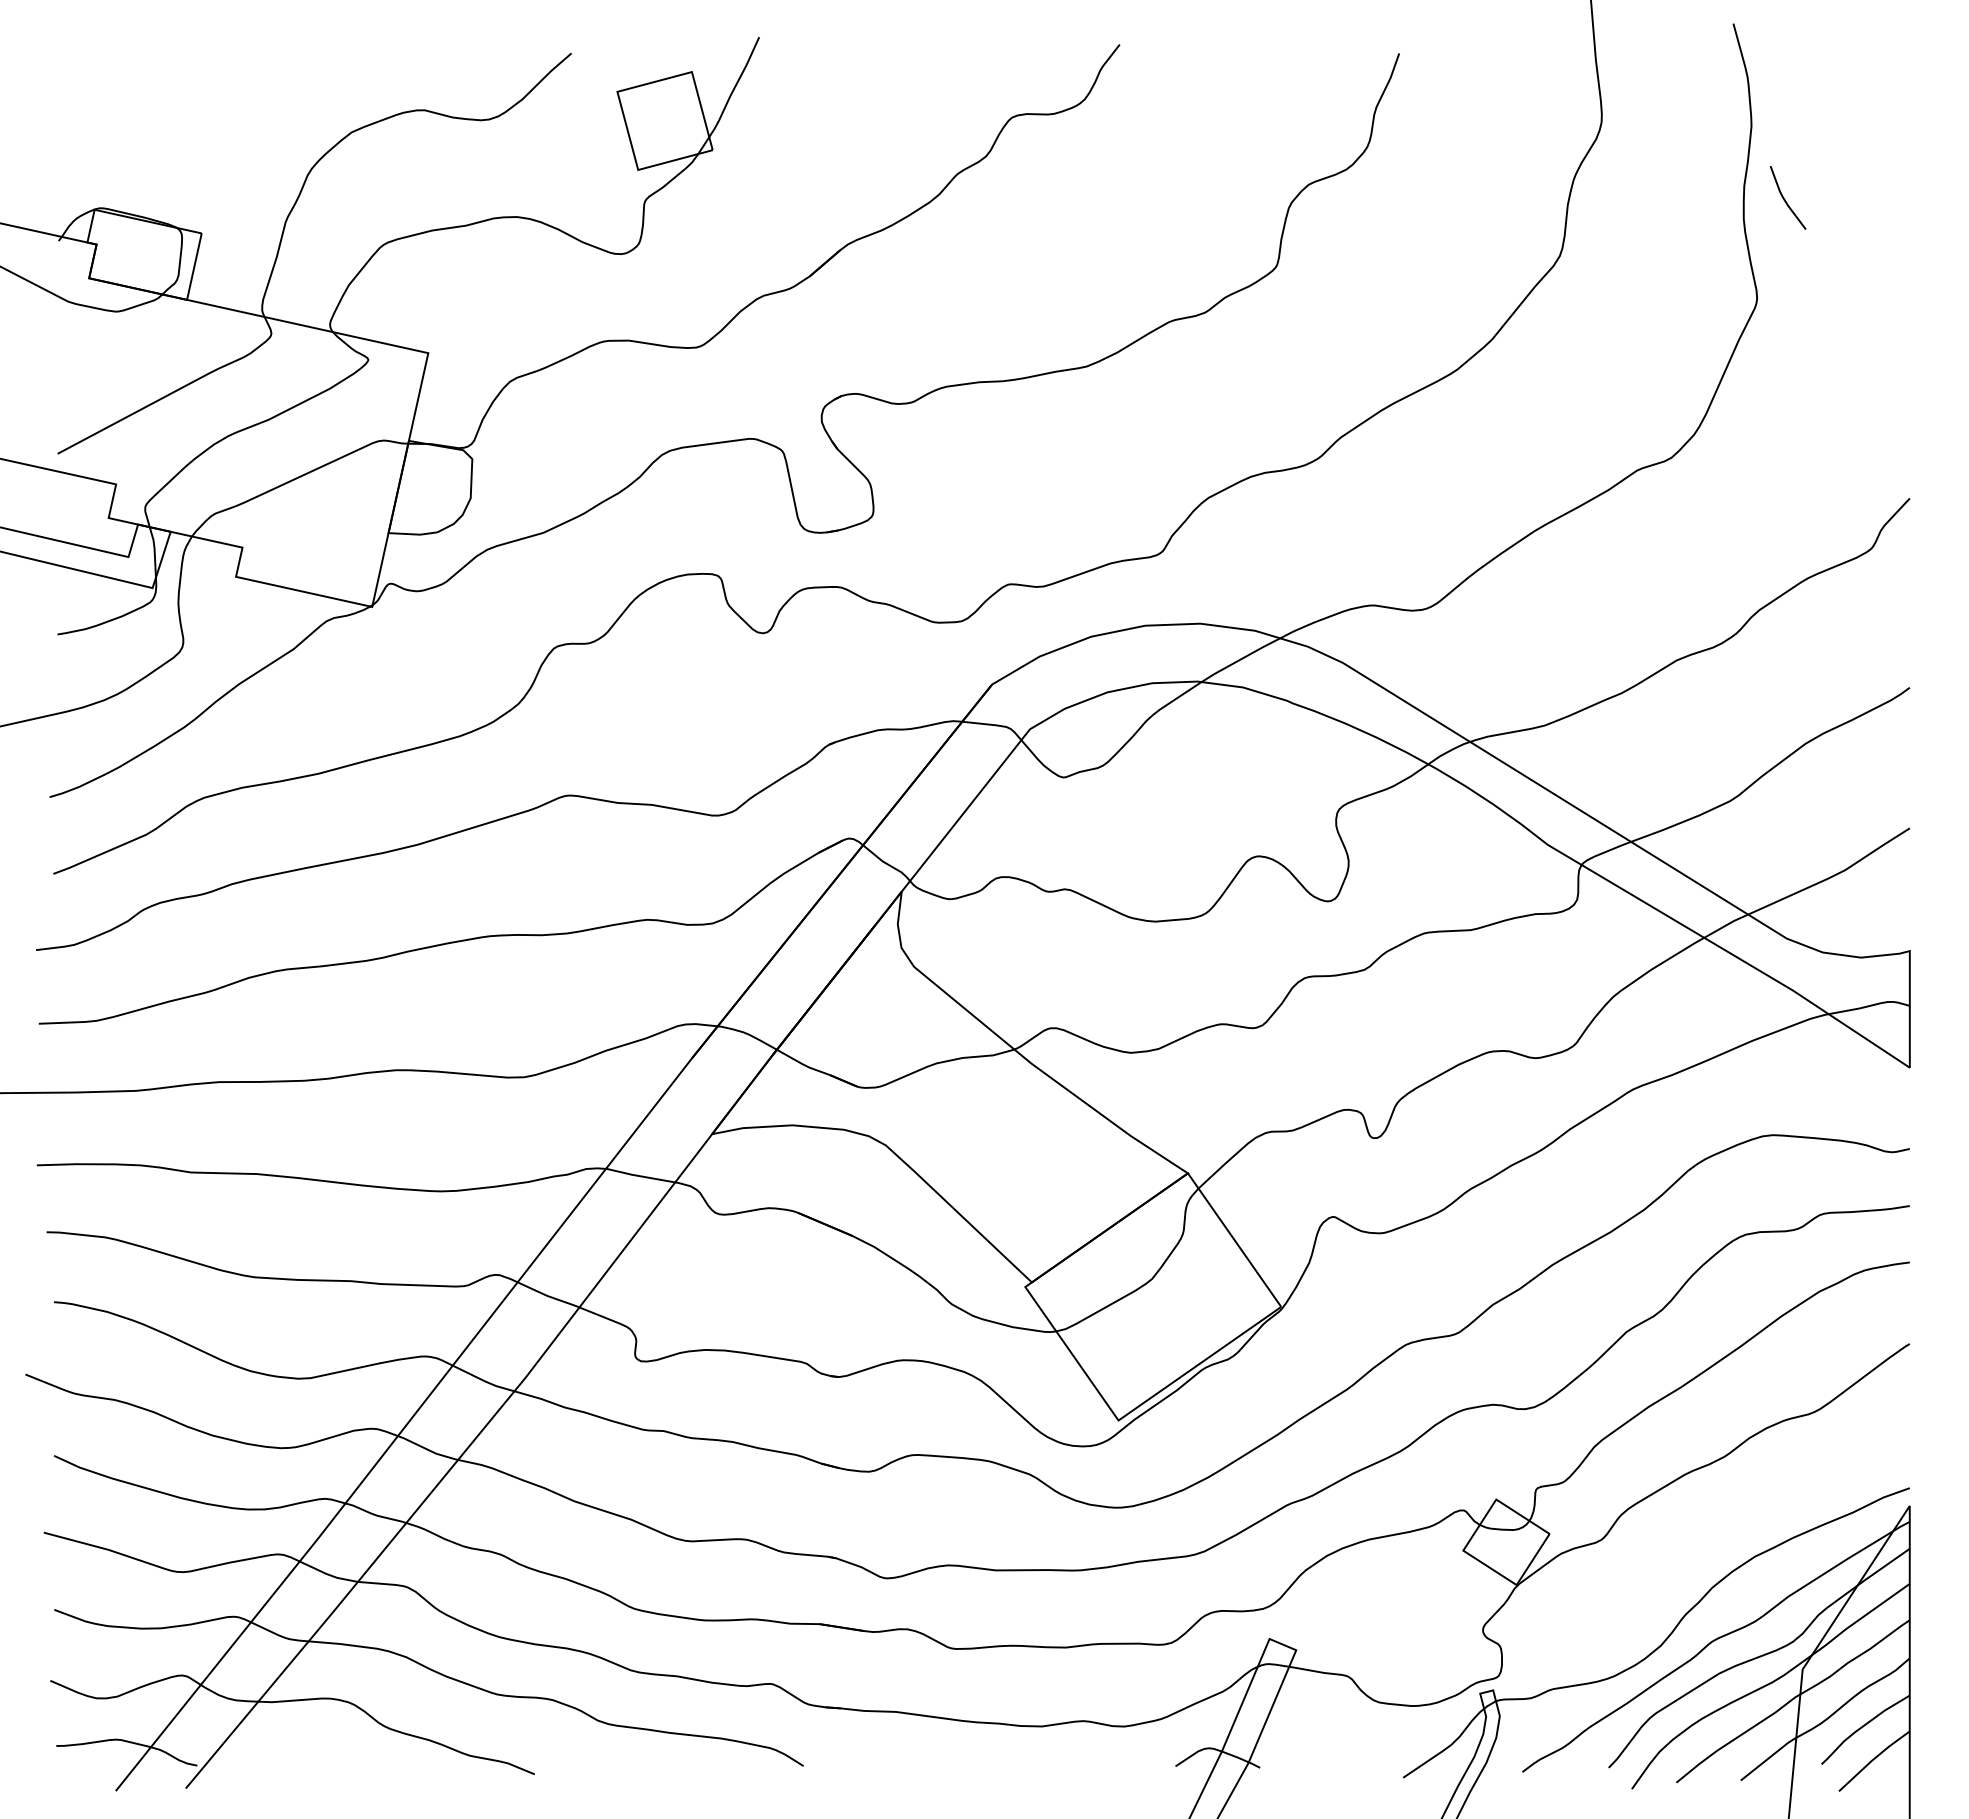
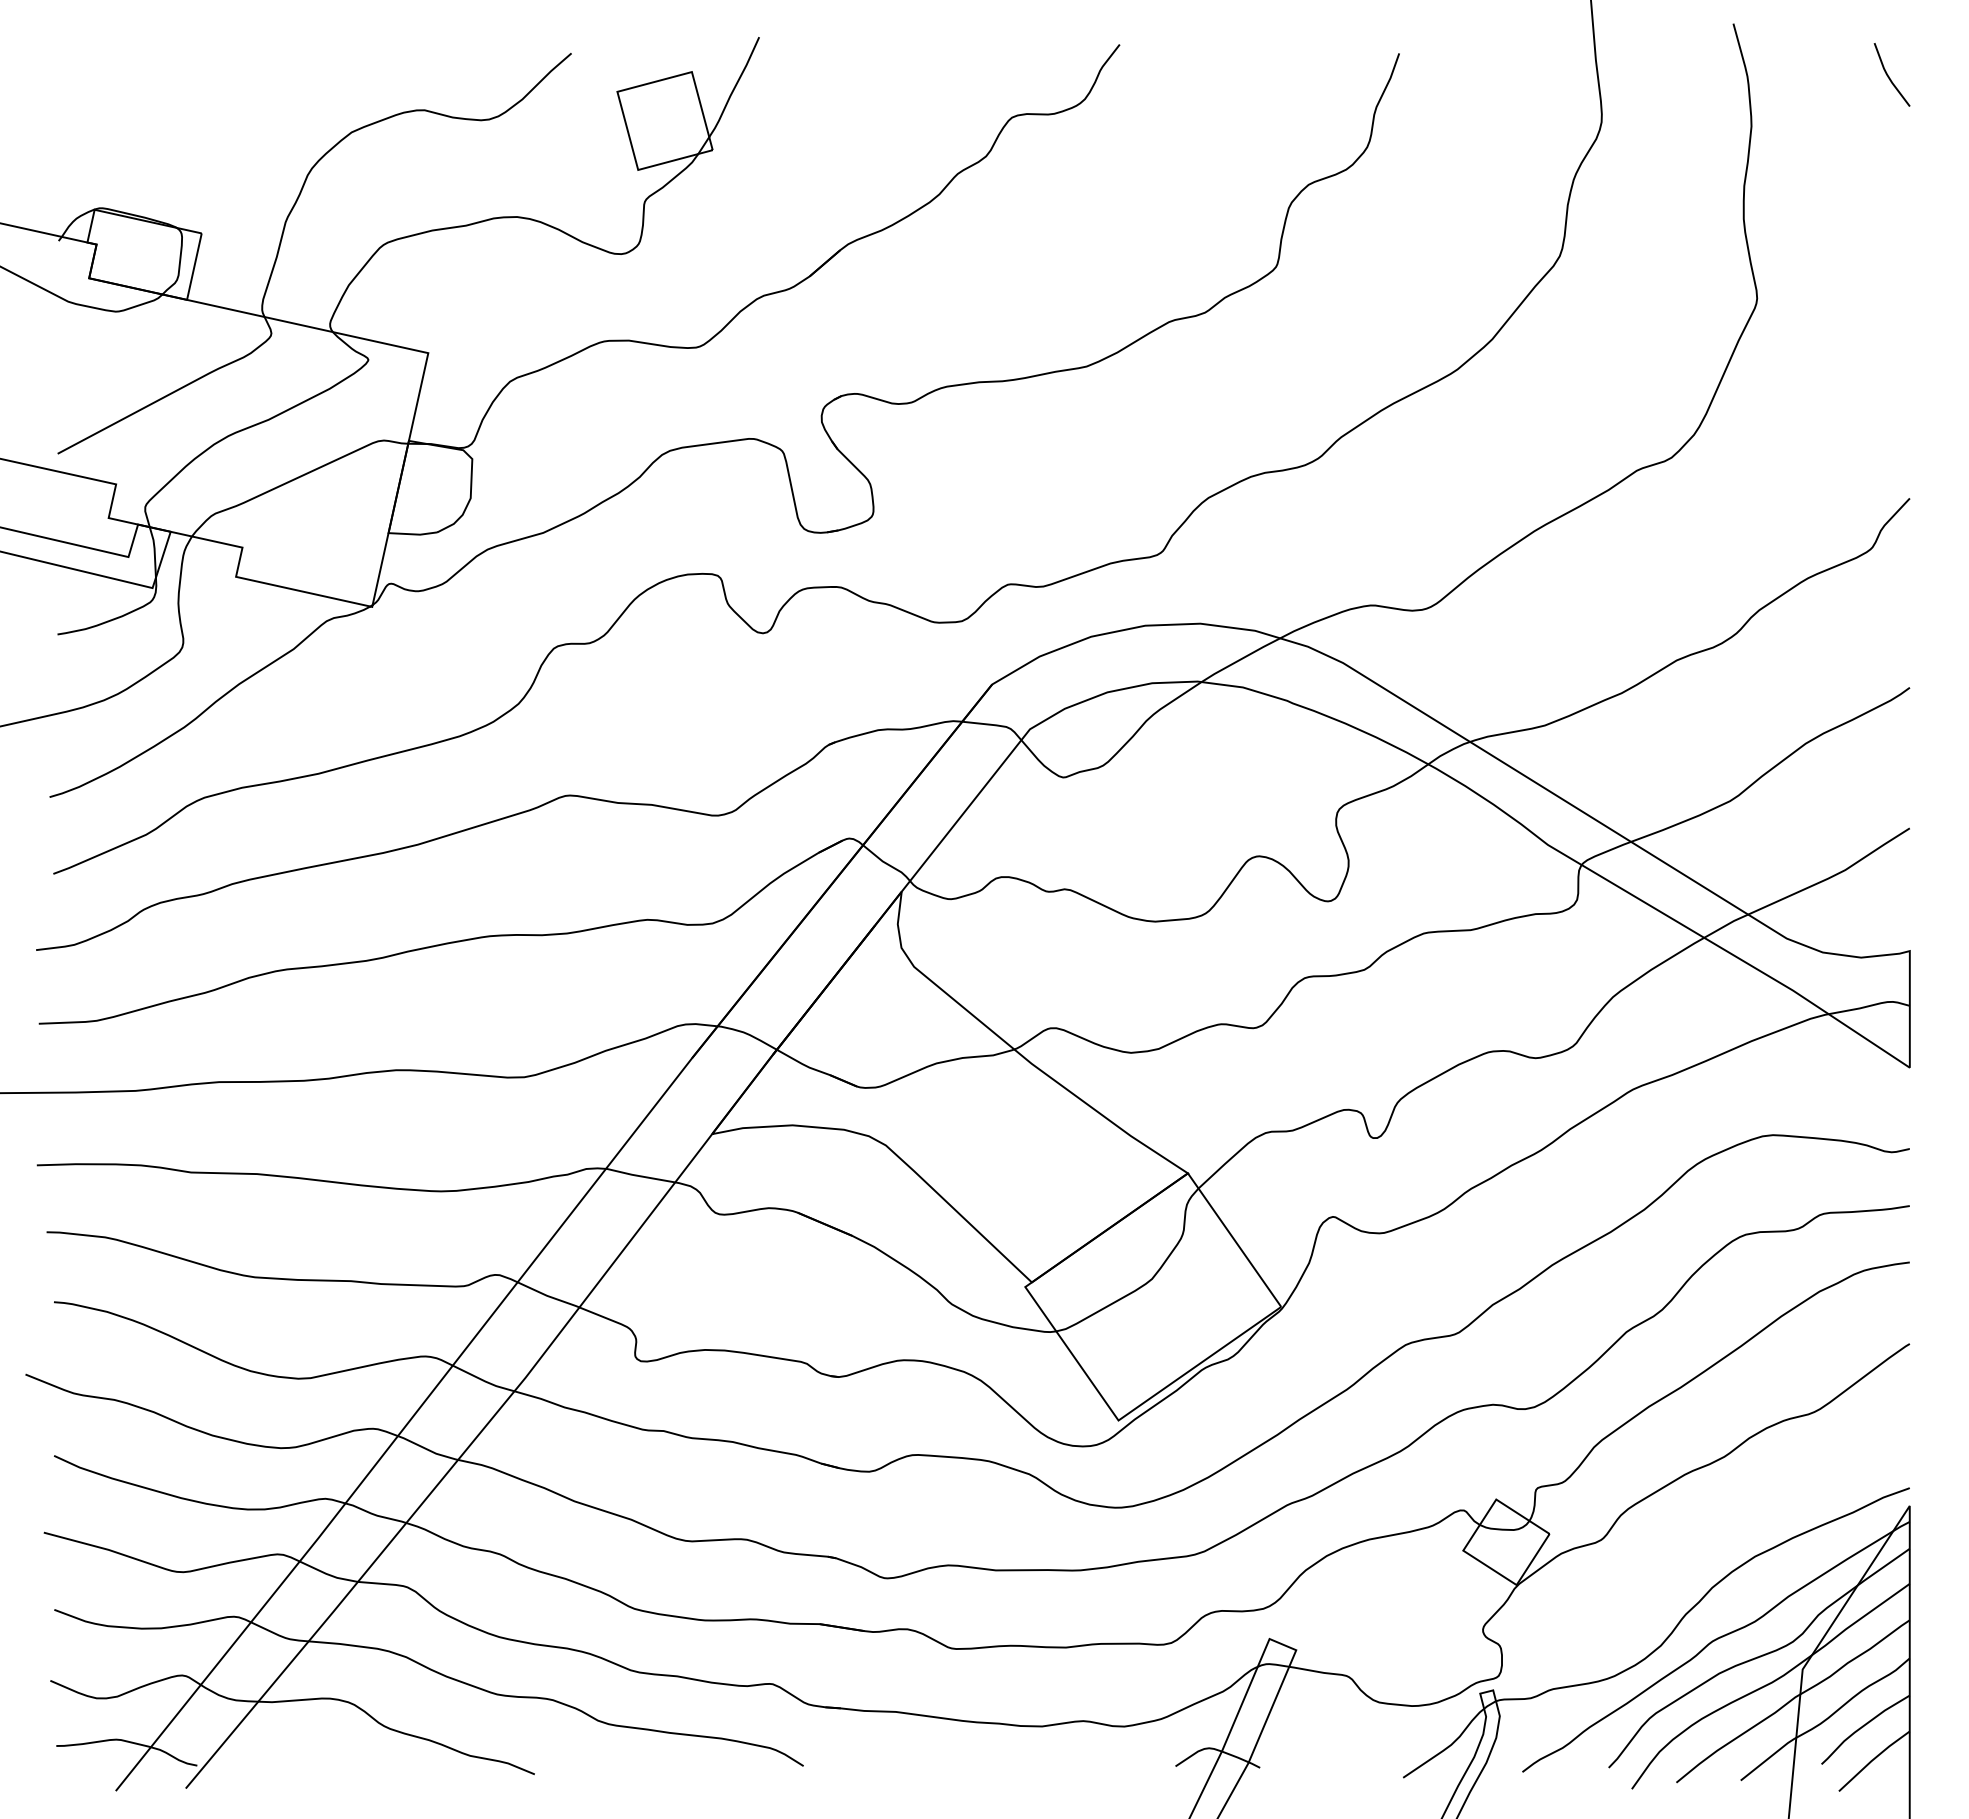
line at (1785, 199) position: (1785, 199) -> (1889, 76)
